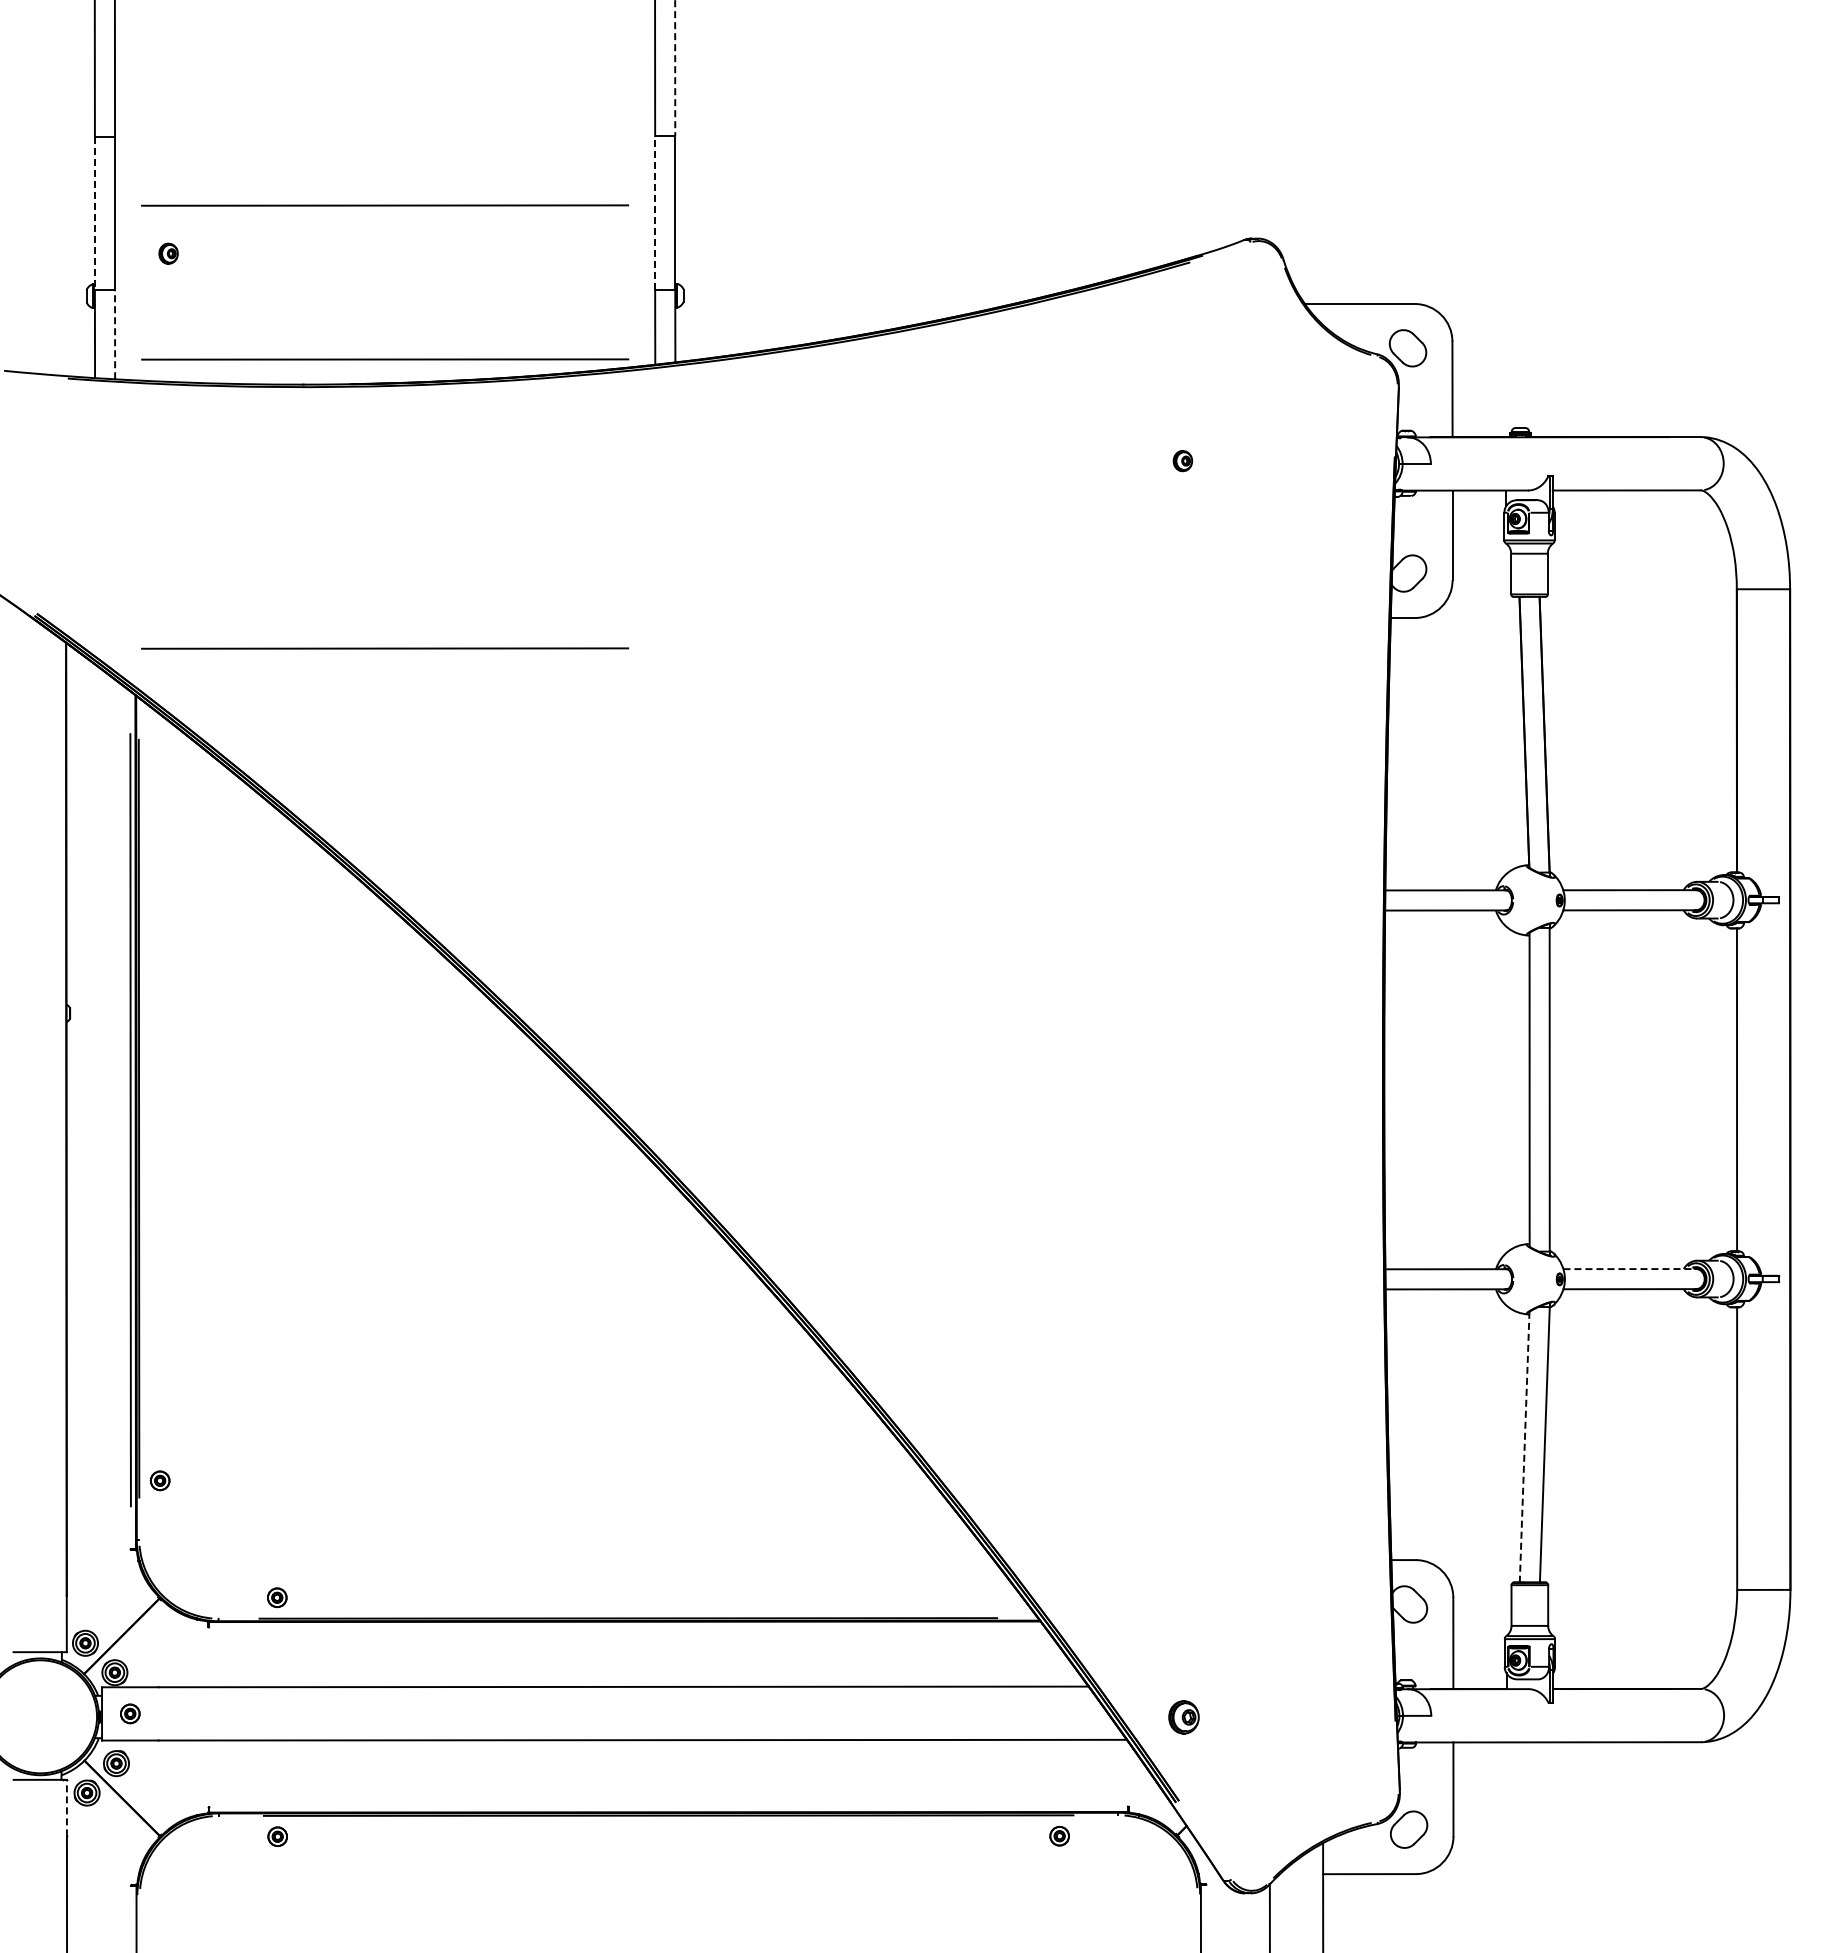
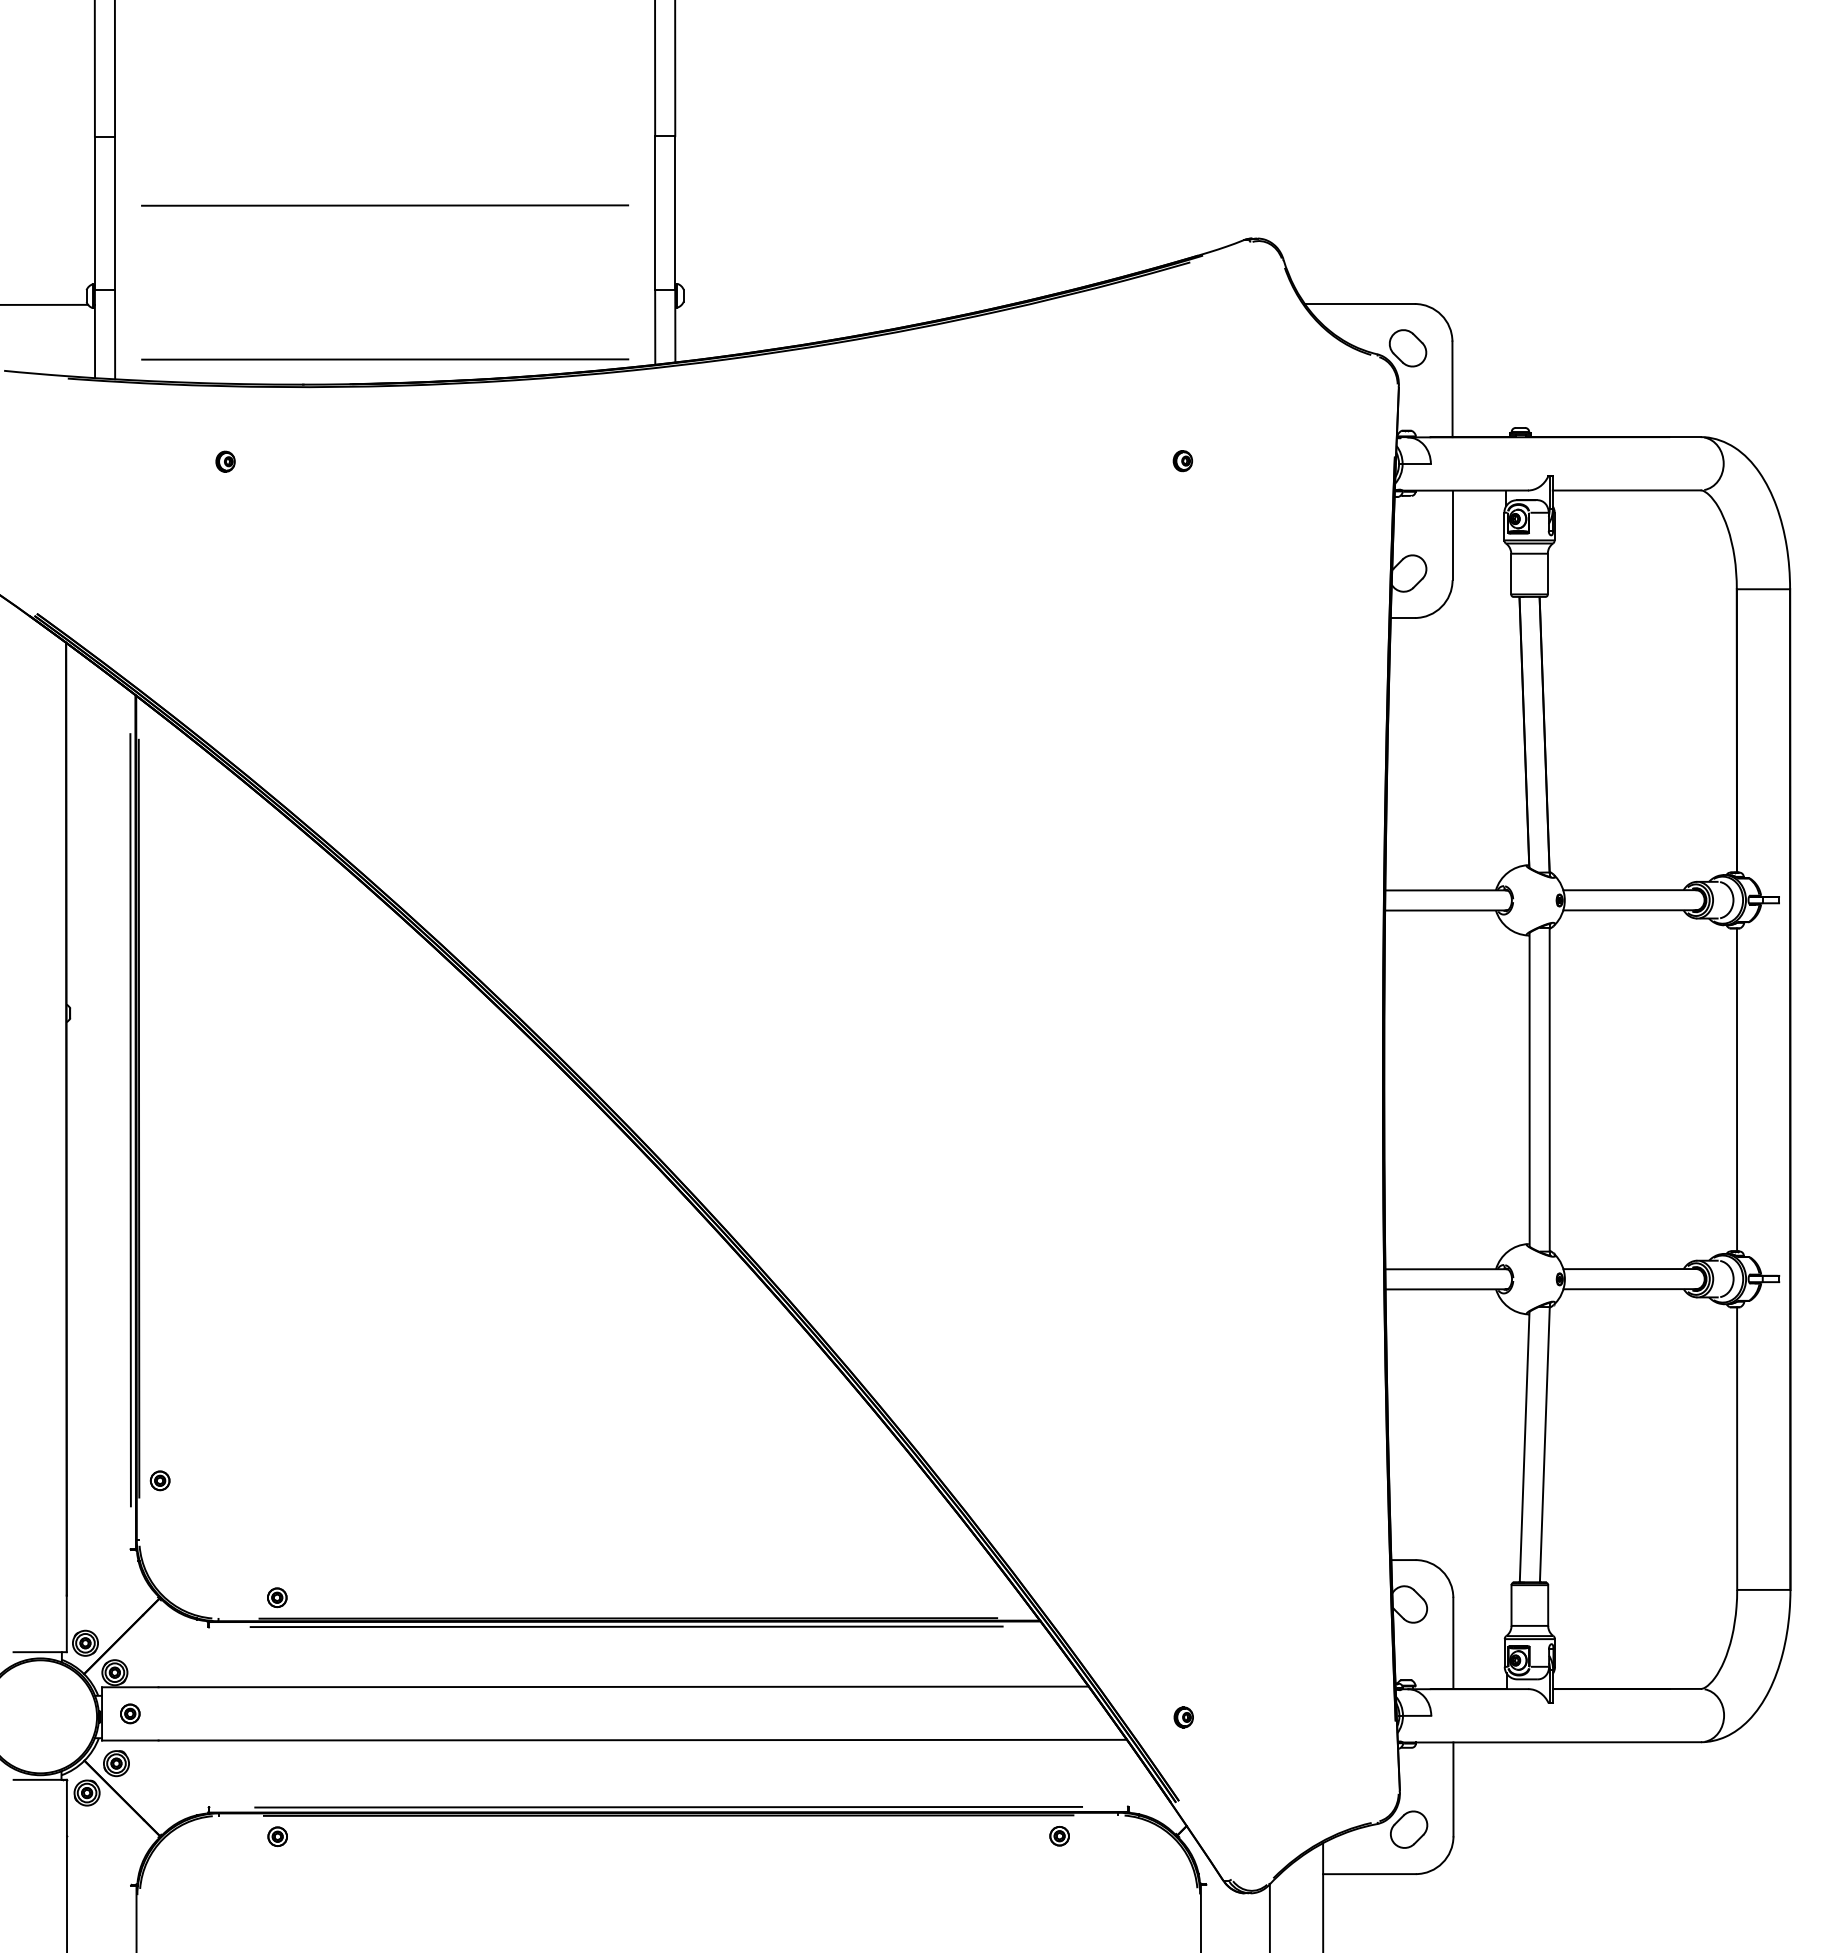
line at (675, 68): dashed -> solid
line at (94, 213): dashed -> solid
line at (655, 213): dashed -> solid
part at (168, 253) position: (168, 253) -> (225, 461)
line at (45, 304): none -> present
line at (115, 334): dashed -> solid
line at (385, 648): present -> none
line at (1630, 1269): dashed -> solid
line at (1524, 1447): dashed -> solid
line at (626, 1626): none -> present
part at (1183, 1717) size: 32x35 px -> 21x23 px
line at (668, 1806): none -> present
line at (66, 1807): dashed -> solid
